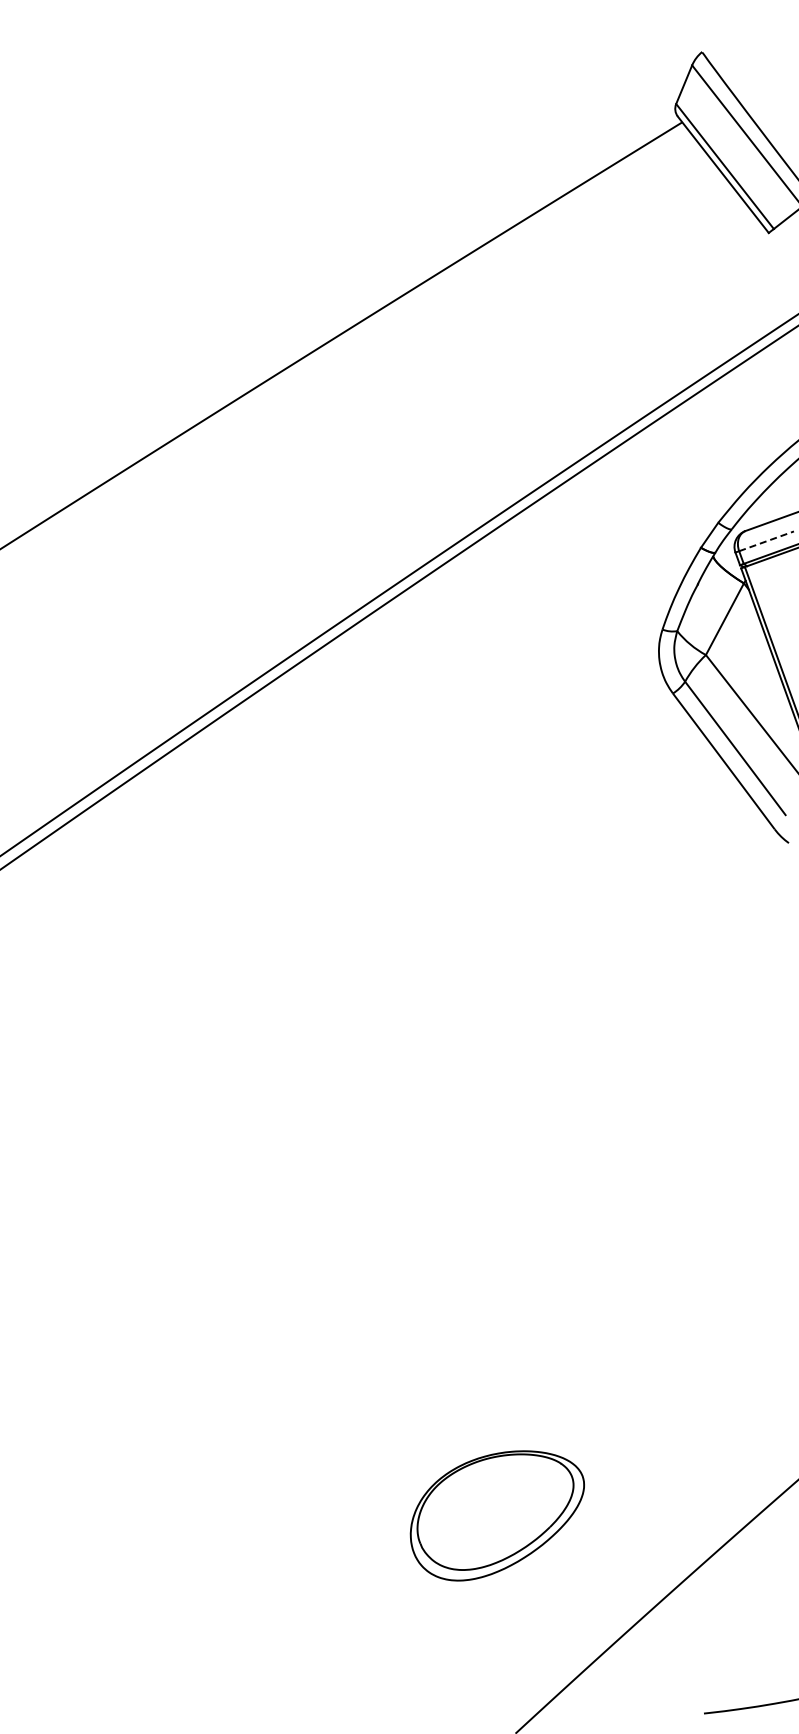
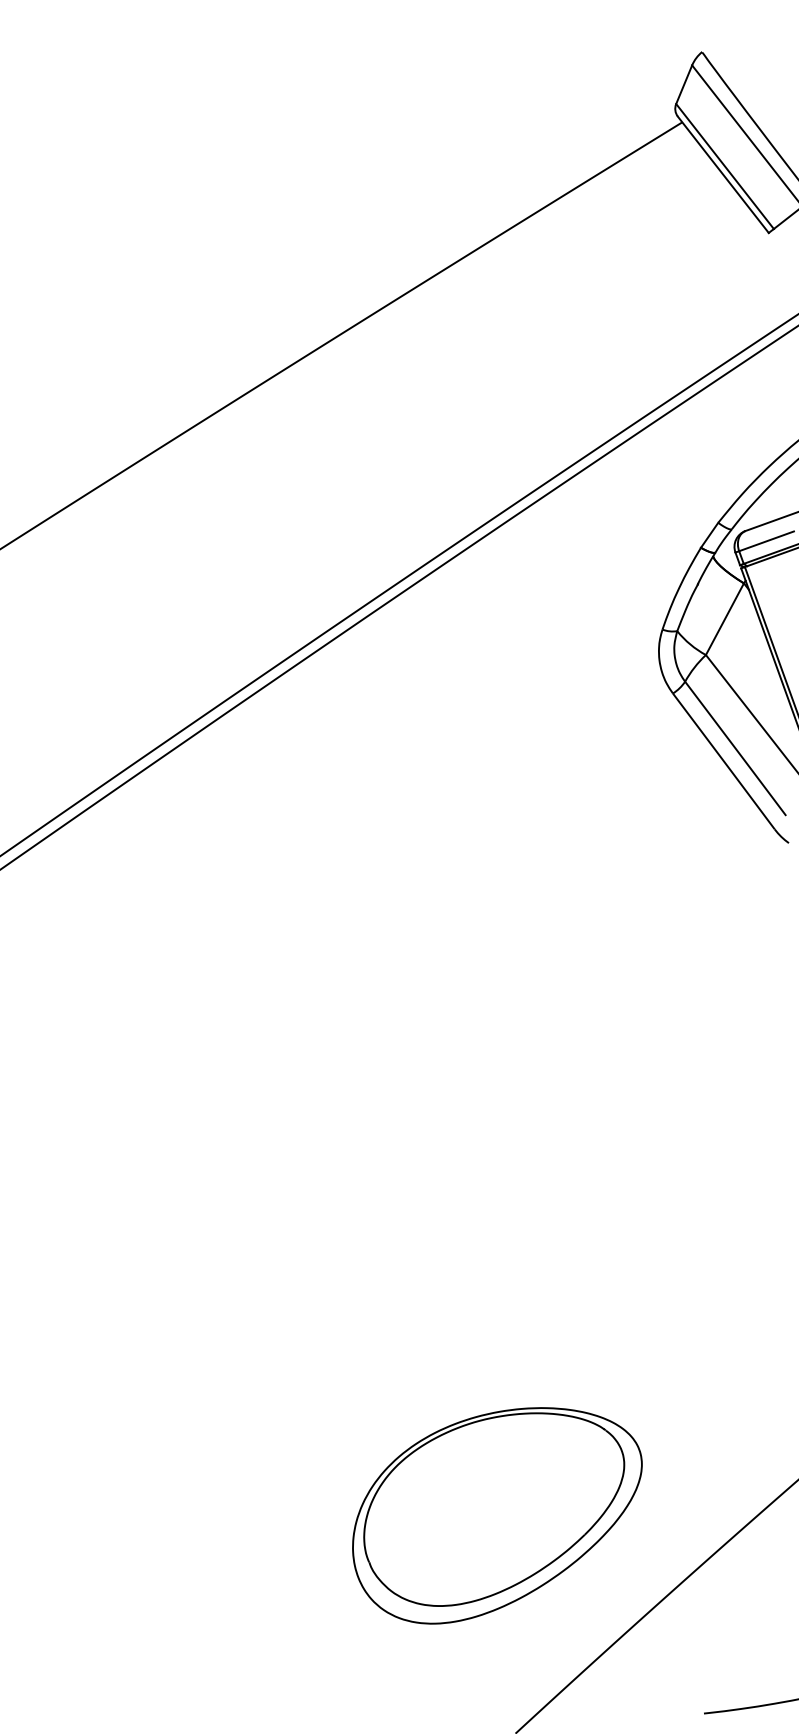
line at (767, 541): dashed -> solid
part at (496, 1515) size: 176x132 px -> 291x218 px
